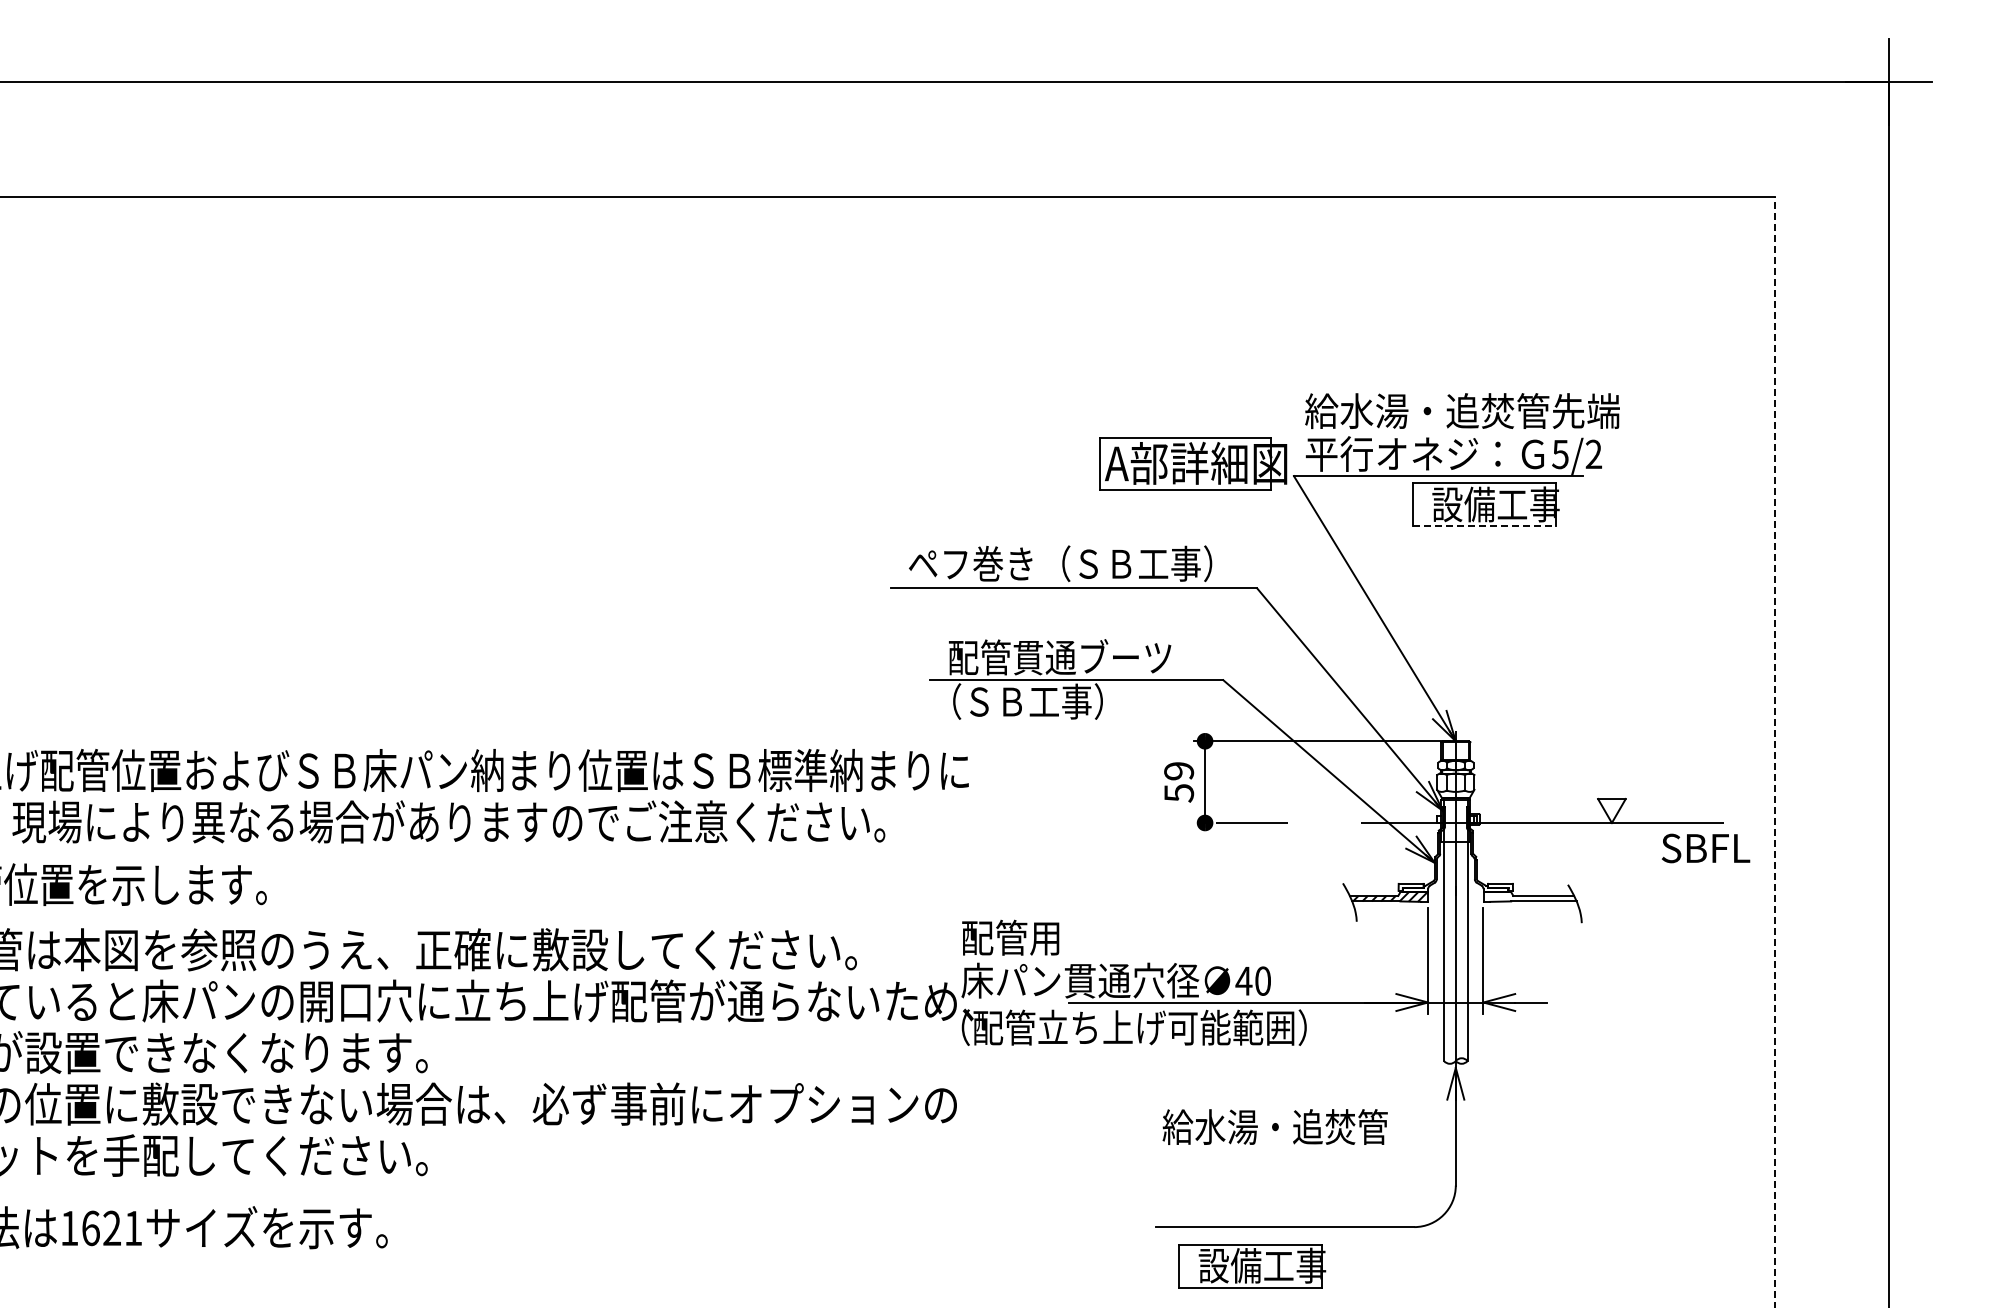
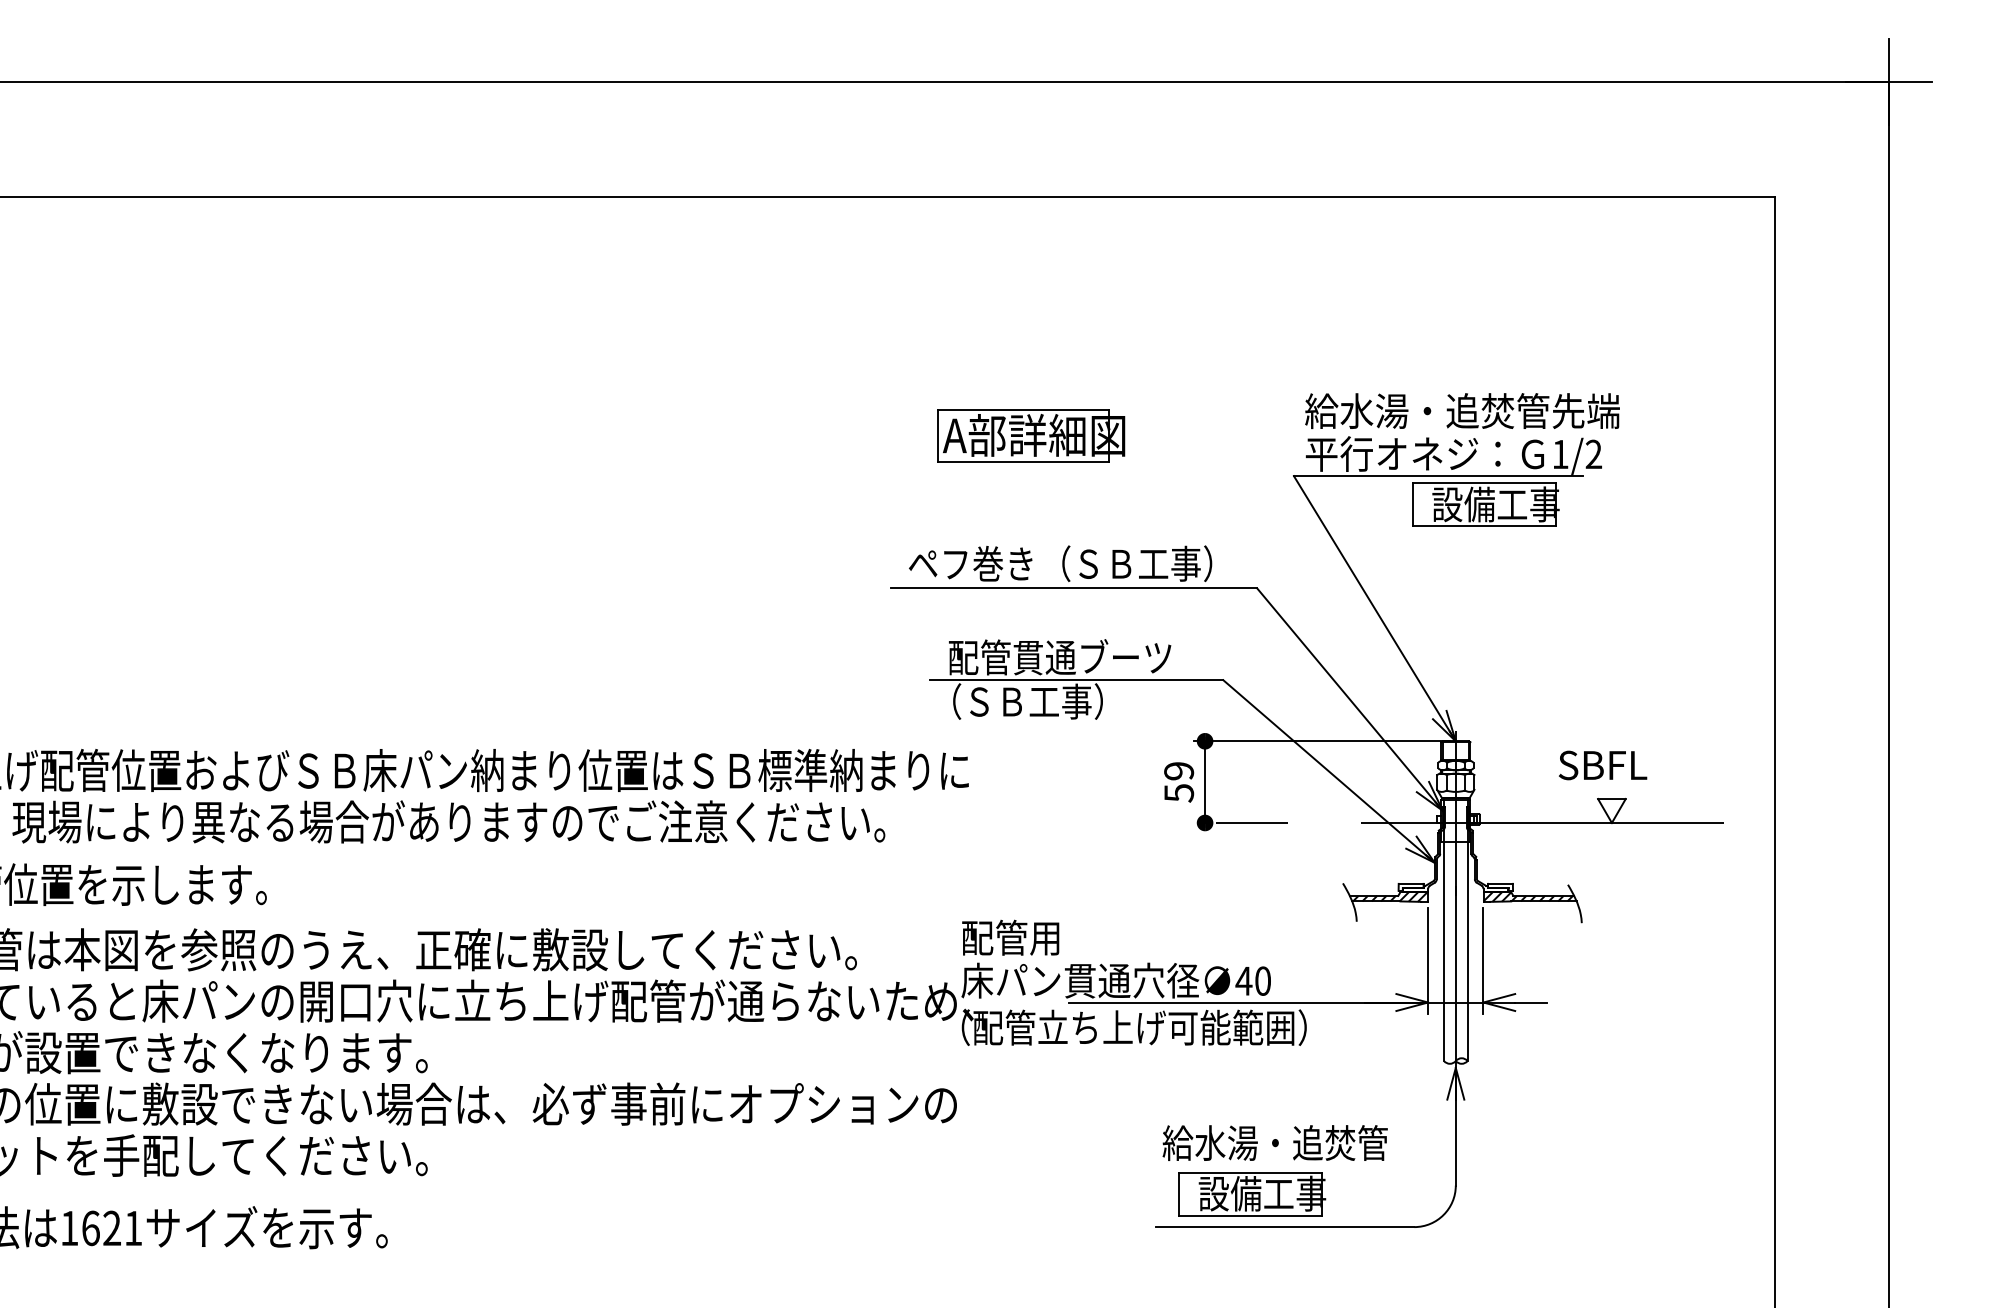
text at (1560, 454): 5/2 -> 1/2
part at (1193, 463) position: (1193, 463) -> (1031, 435)
line at (1484, 526): dashed -> solid
line at (1774, 751): dashed -> solid
text at (1706, 848) position: (1706, 848) -> (1603, 765)
hatch at (1527, 896): none -> present
text at (1274, 1126) position: (1274, 1126) -> (1274, 1142)
part at (1252, 1266) position: (1252, 1266) -> (1252, 1194)
